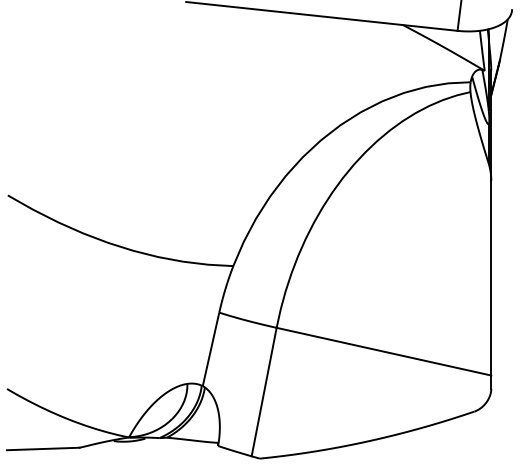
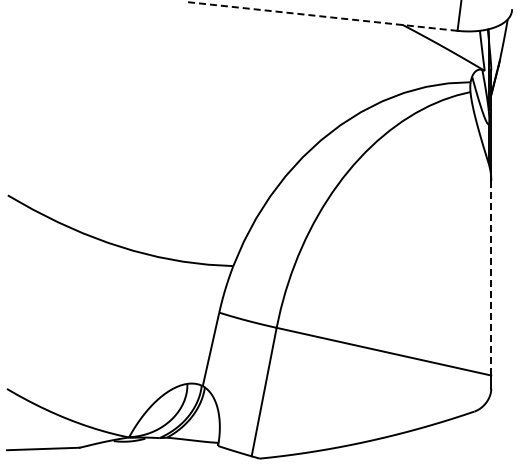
line at (321, 16): solid -> dashed
line at (491, 278): solid -> dashed
